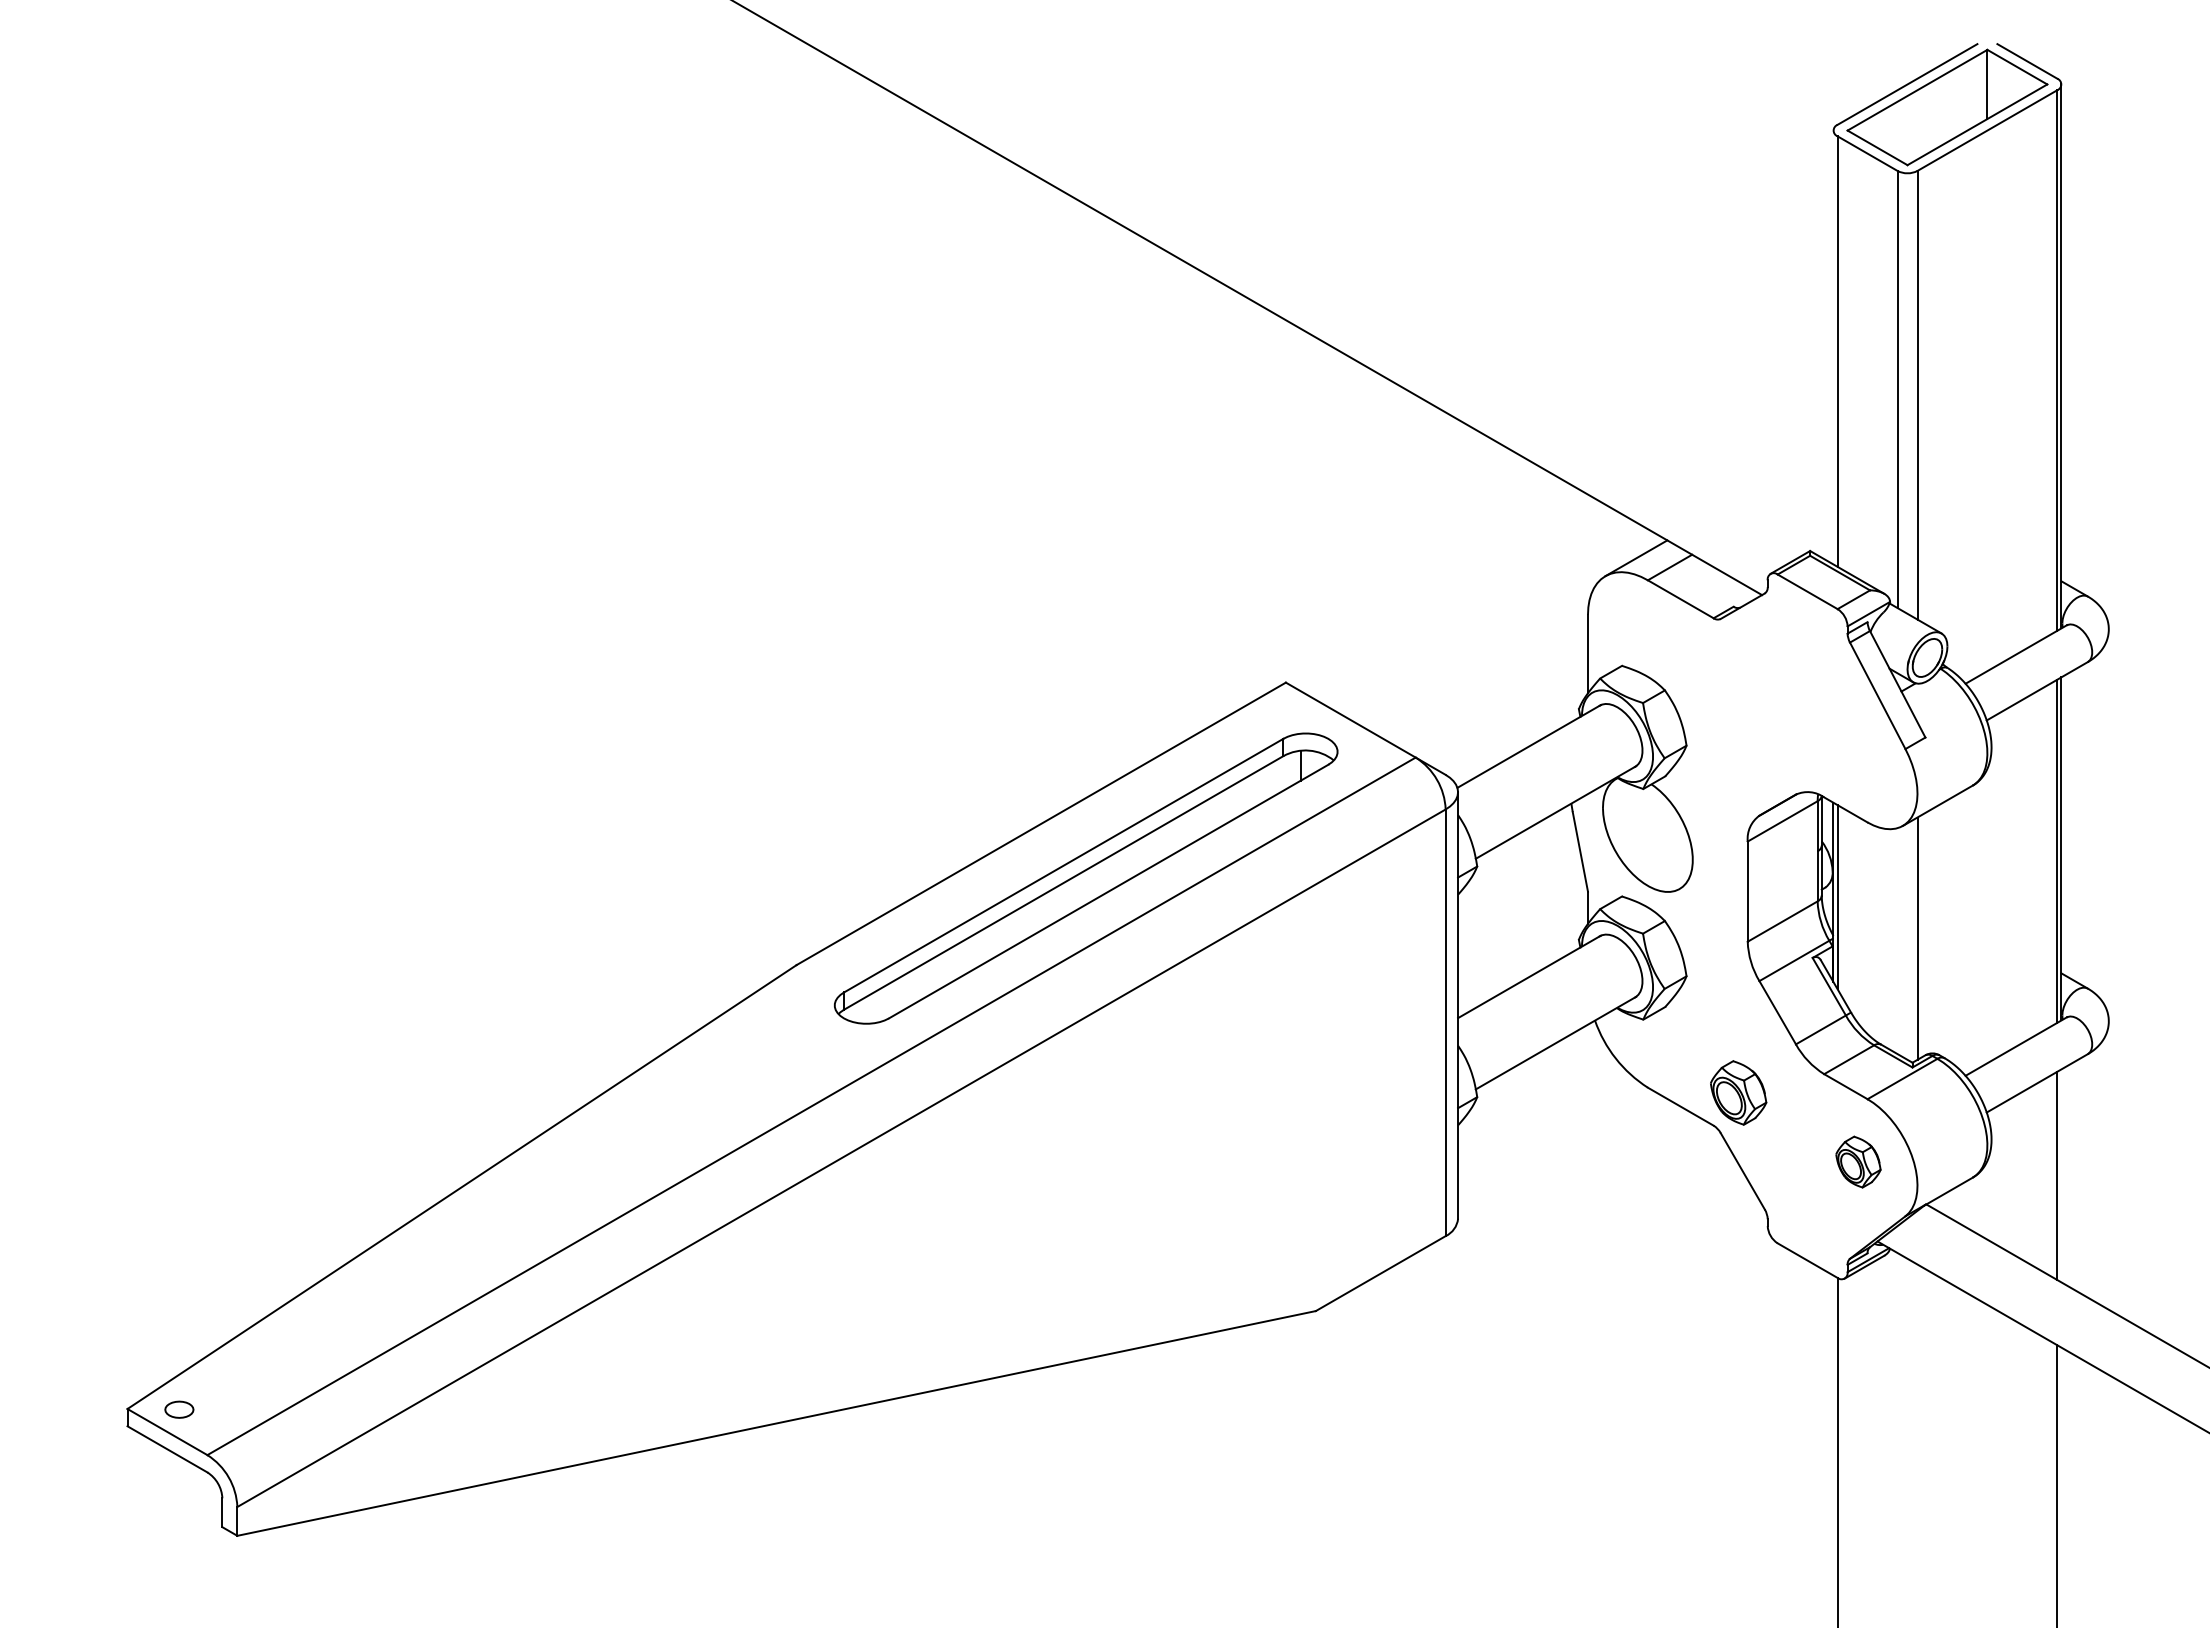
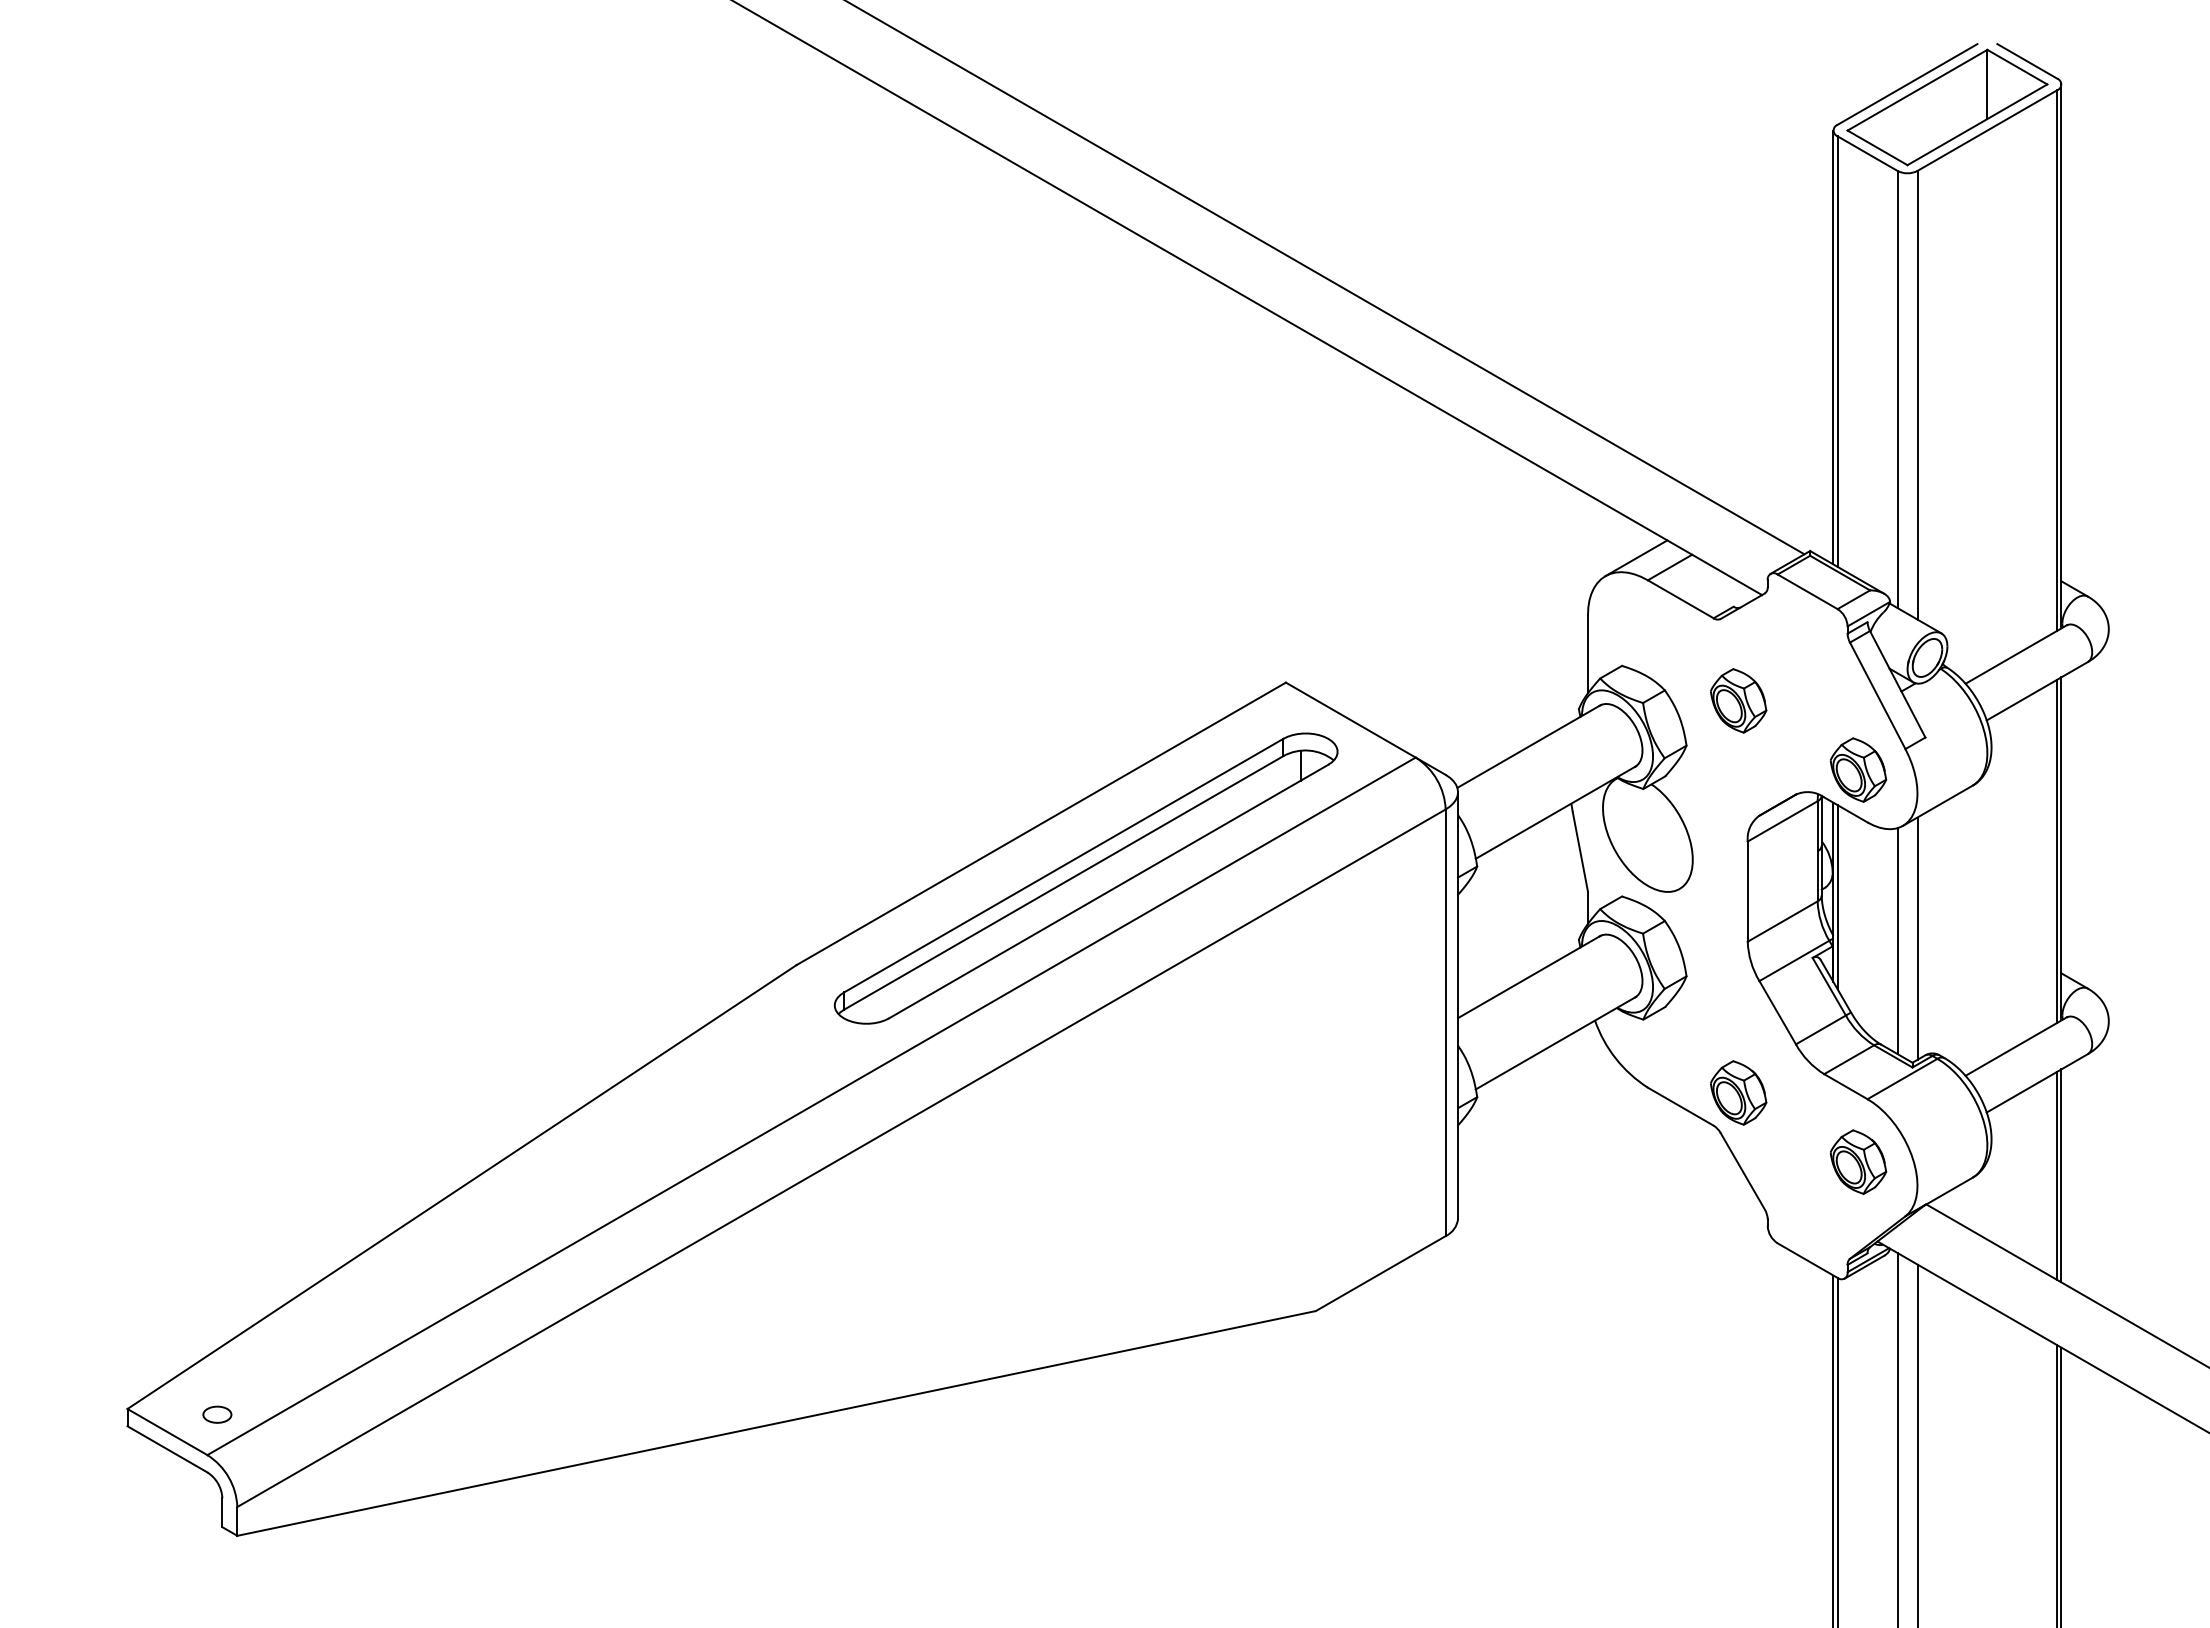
line at (1326, 278): none -> present
line at (1833, 347): none -> present
part at (1738, 700): none -> present
part at (1858, 769): none -> present
line at (1897, 941): none -> present
part at (1858, 1161) size: 47x54 px -> 59x66 px
line at (2061, 1175): none -> present
part at (179, 1409) position: (179, 1409) -> (217, 1414)
line at (1897, 1438): none -> present
line at (1917, 1444): none -> present
line at (1833, 1449): none -> present
line at (2061, 1485): none -> present
